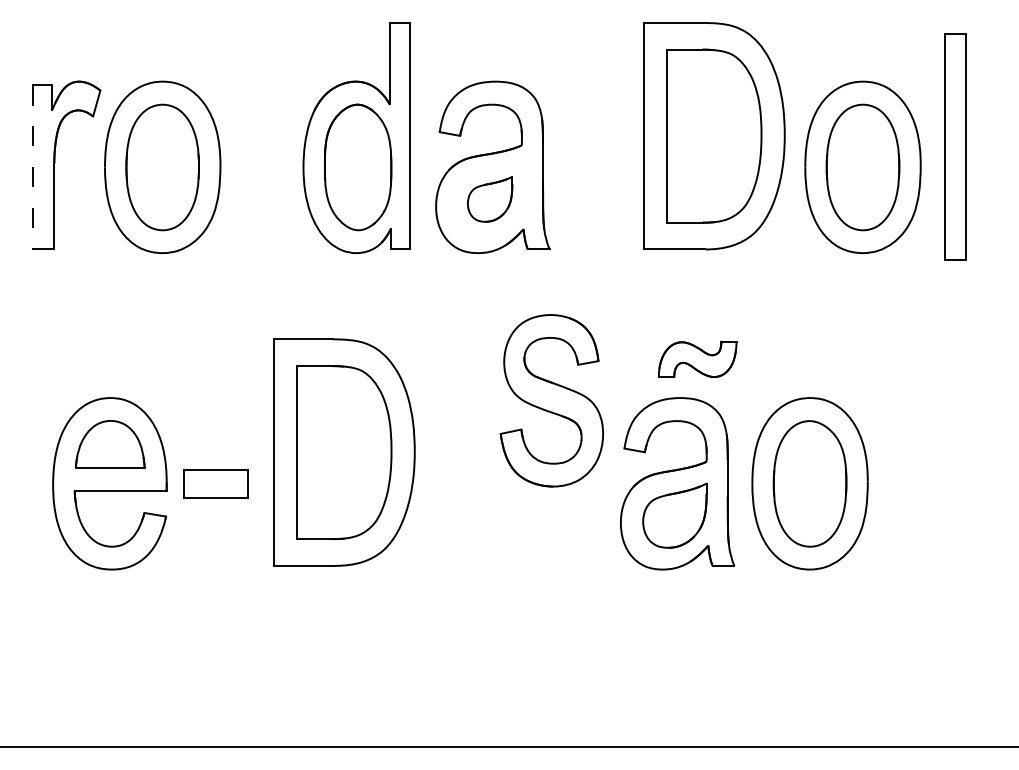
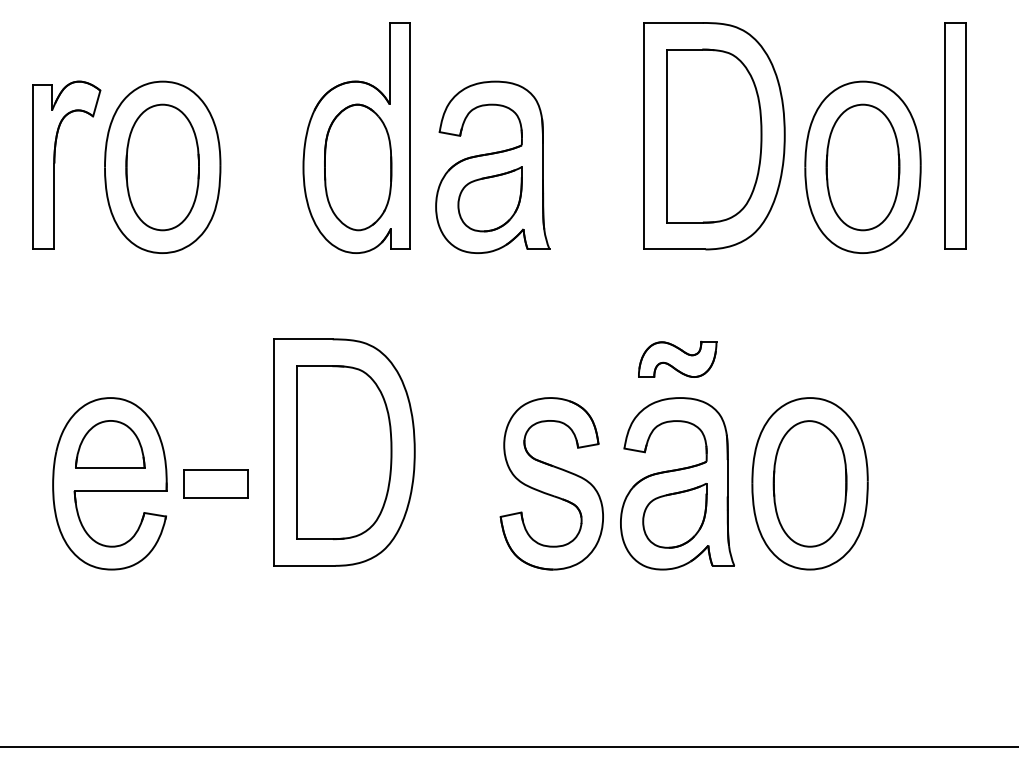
part at (955, 146) position: (955, 146) -> (955, 135)
line at (33, 167): dashed -> solid
part at (490, 199) size: 47x47 px -> 66x67 px
part at (697, 358) position: (697, 358) -> (677, 358)
part at (551, 400) position: (551, 400) -> (551, 483)
